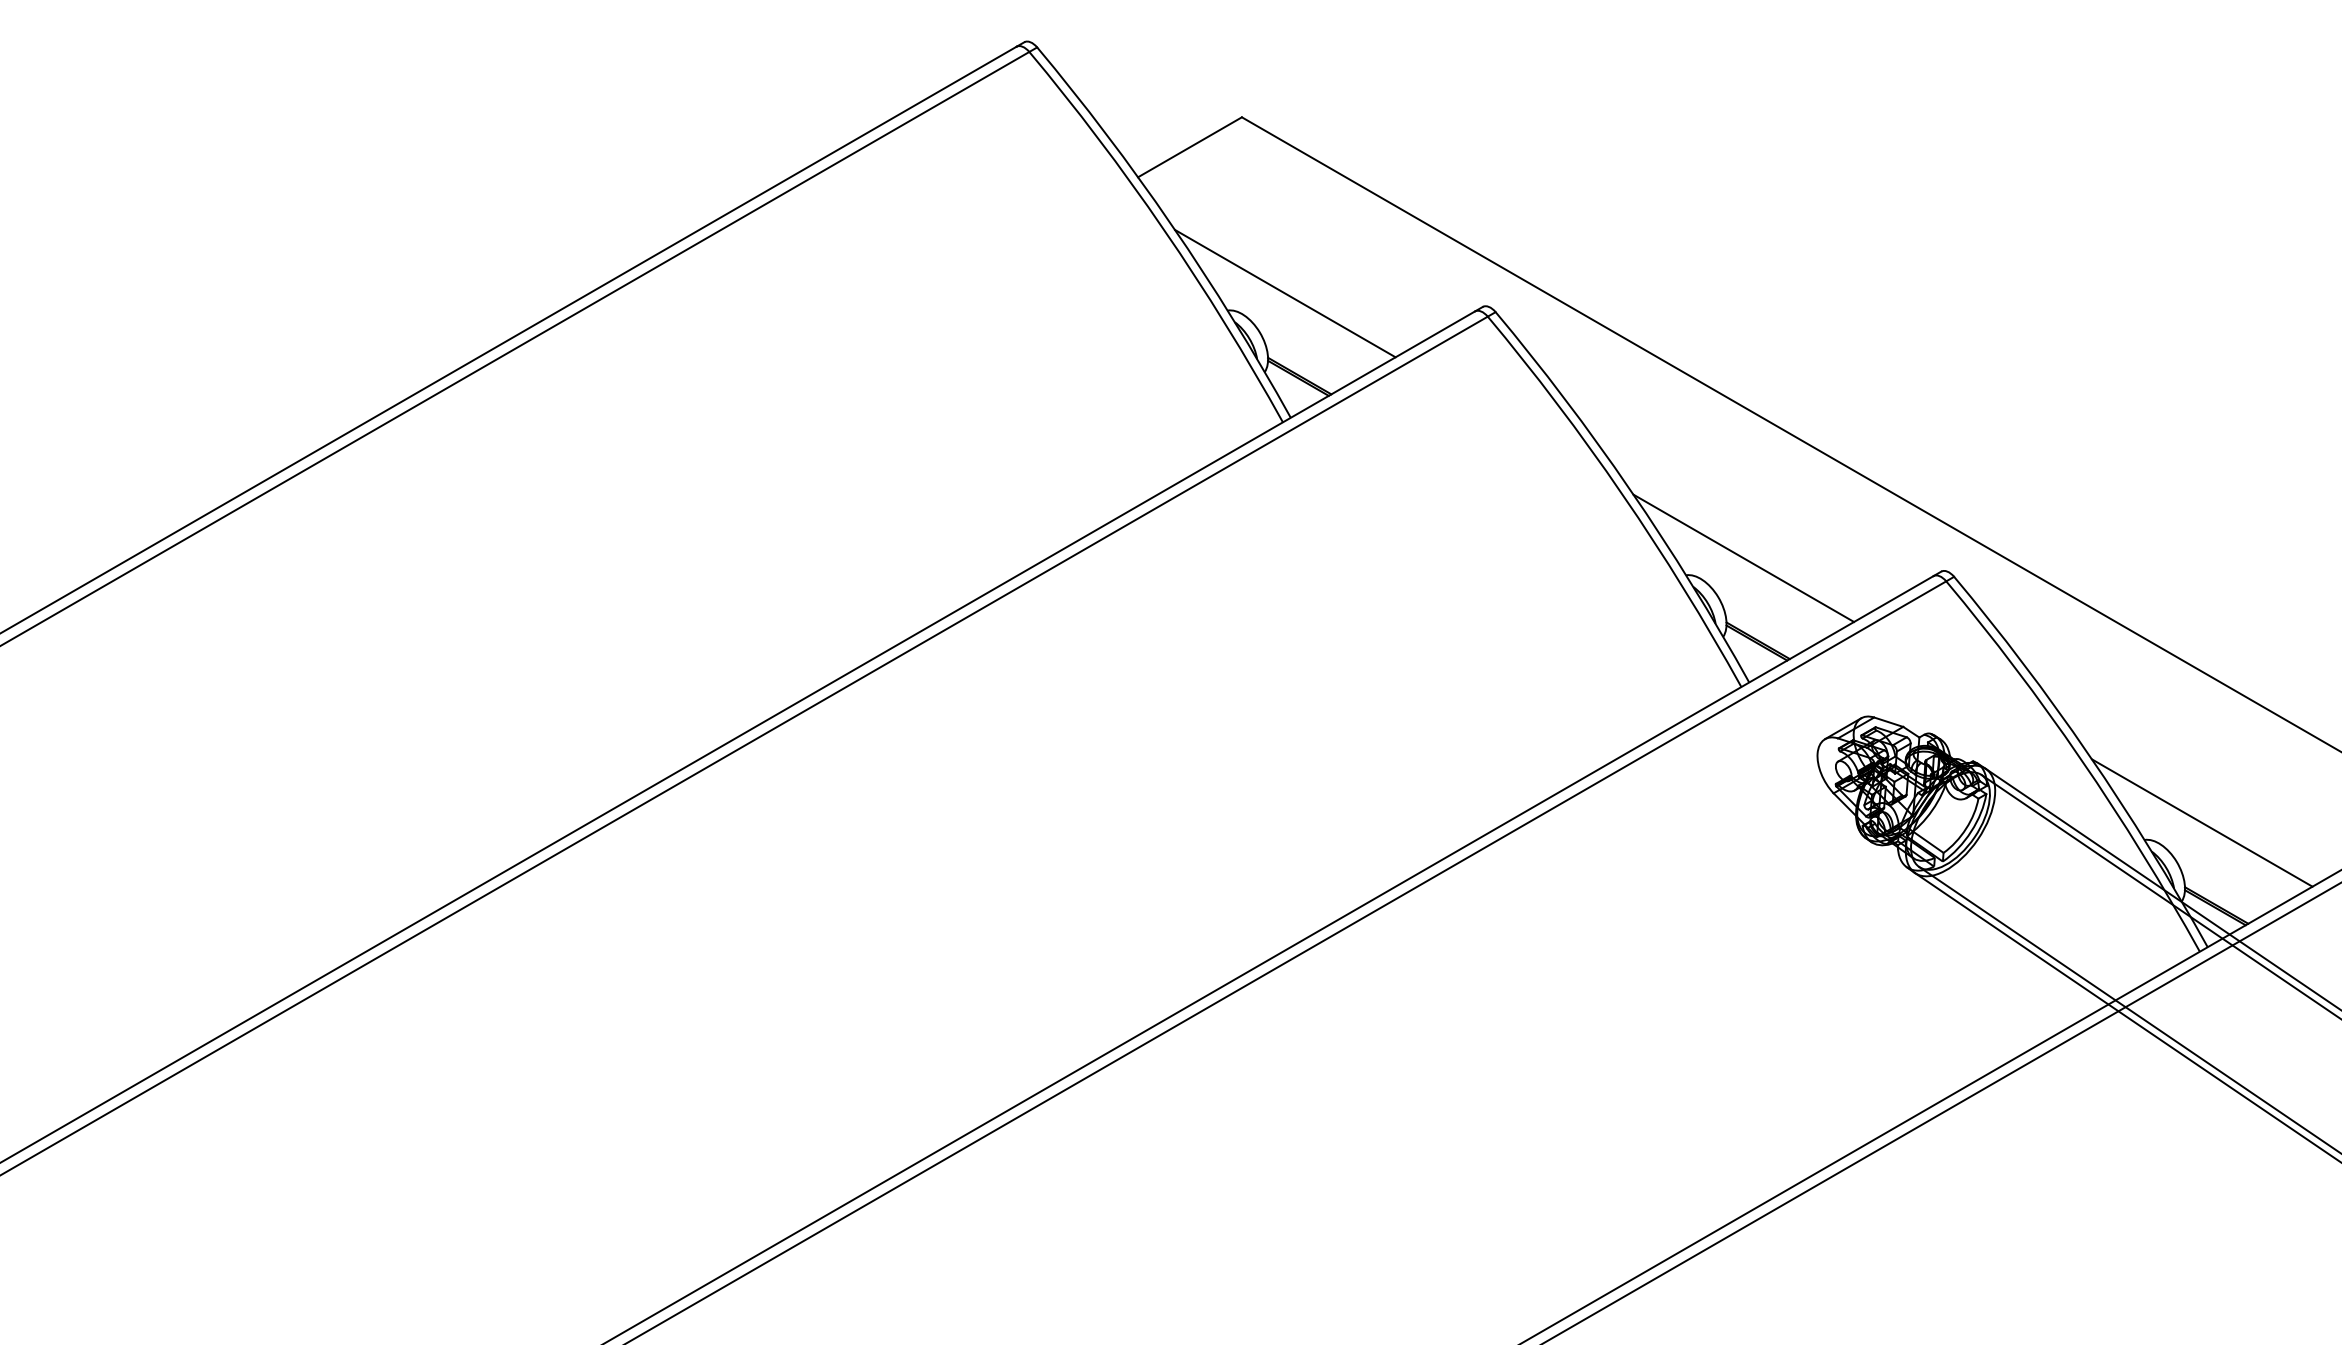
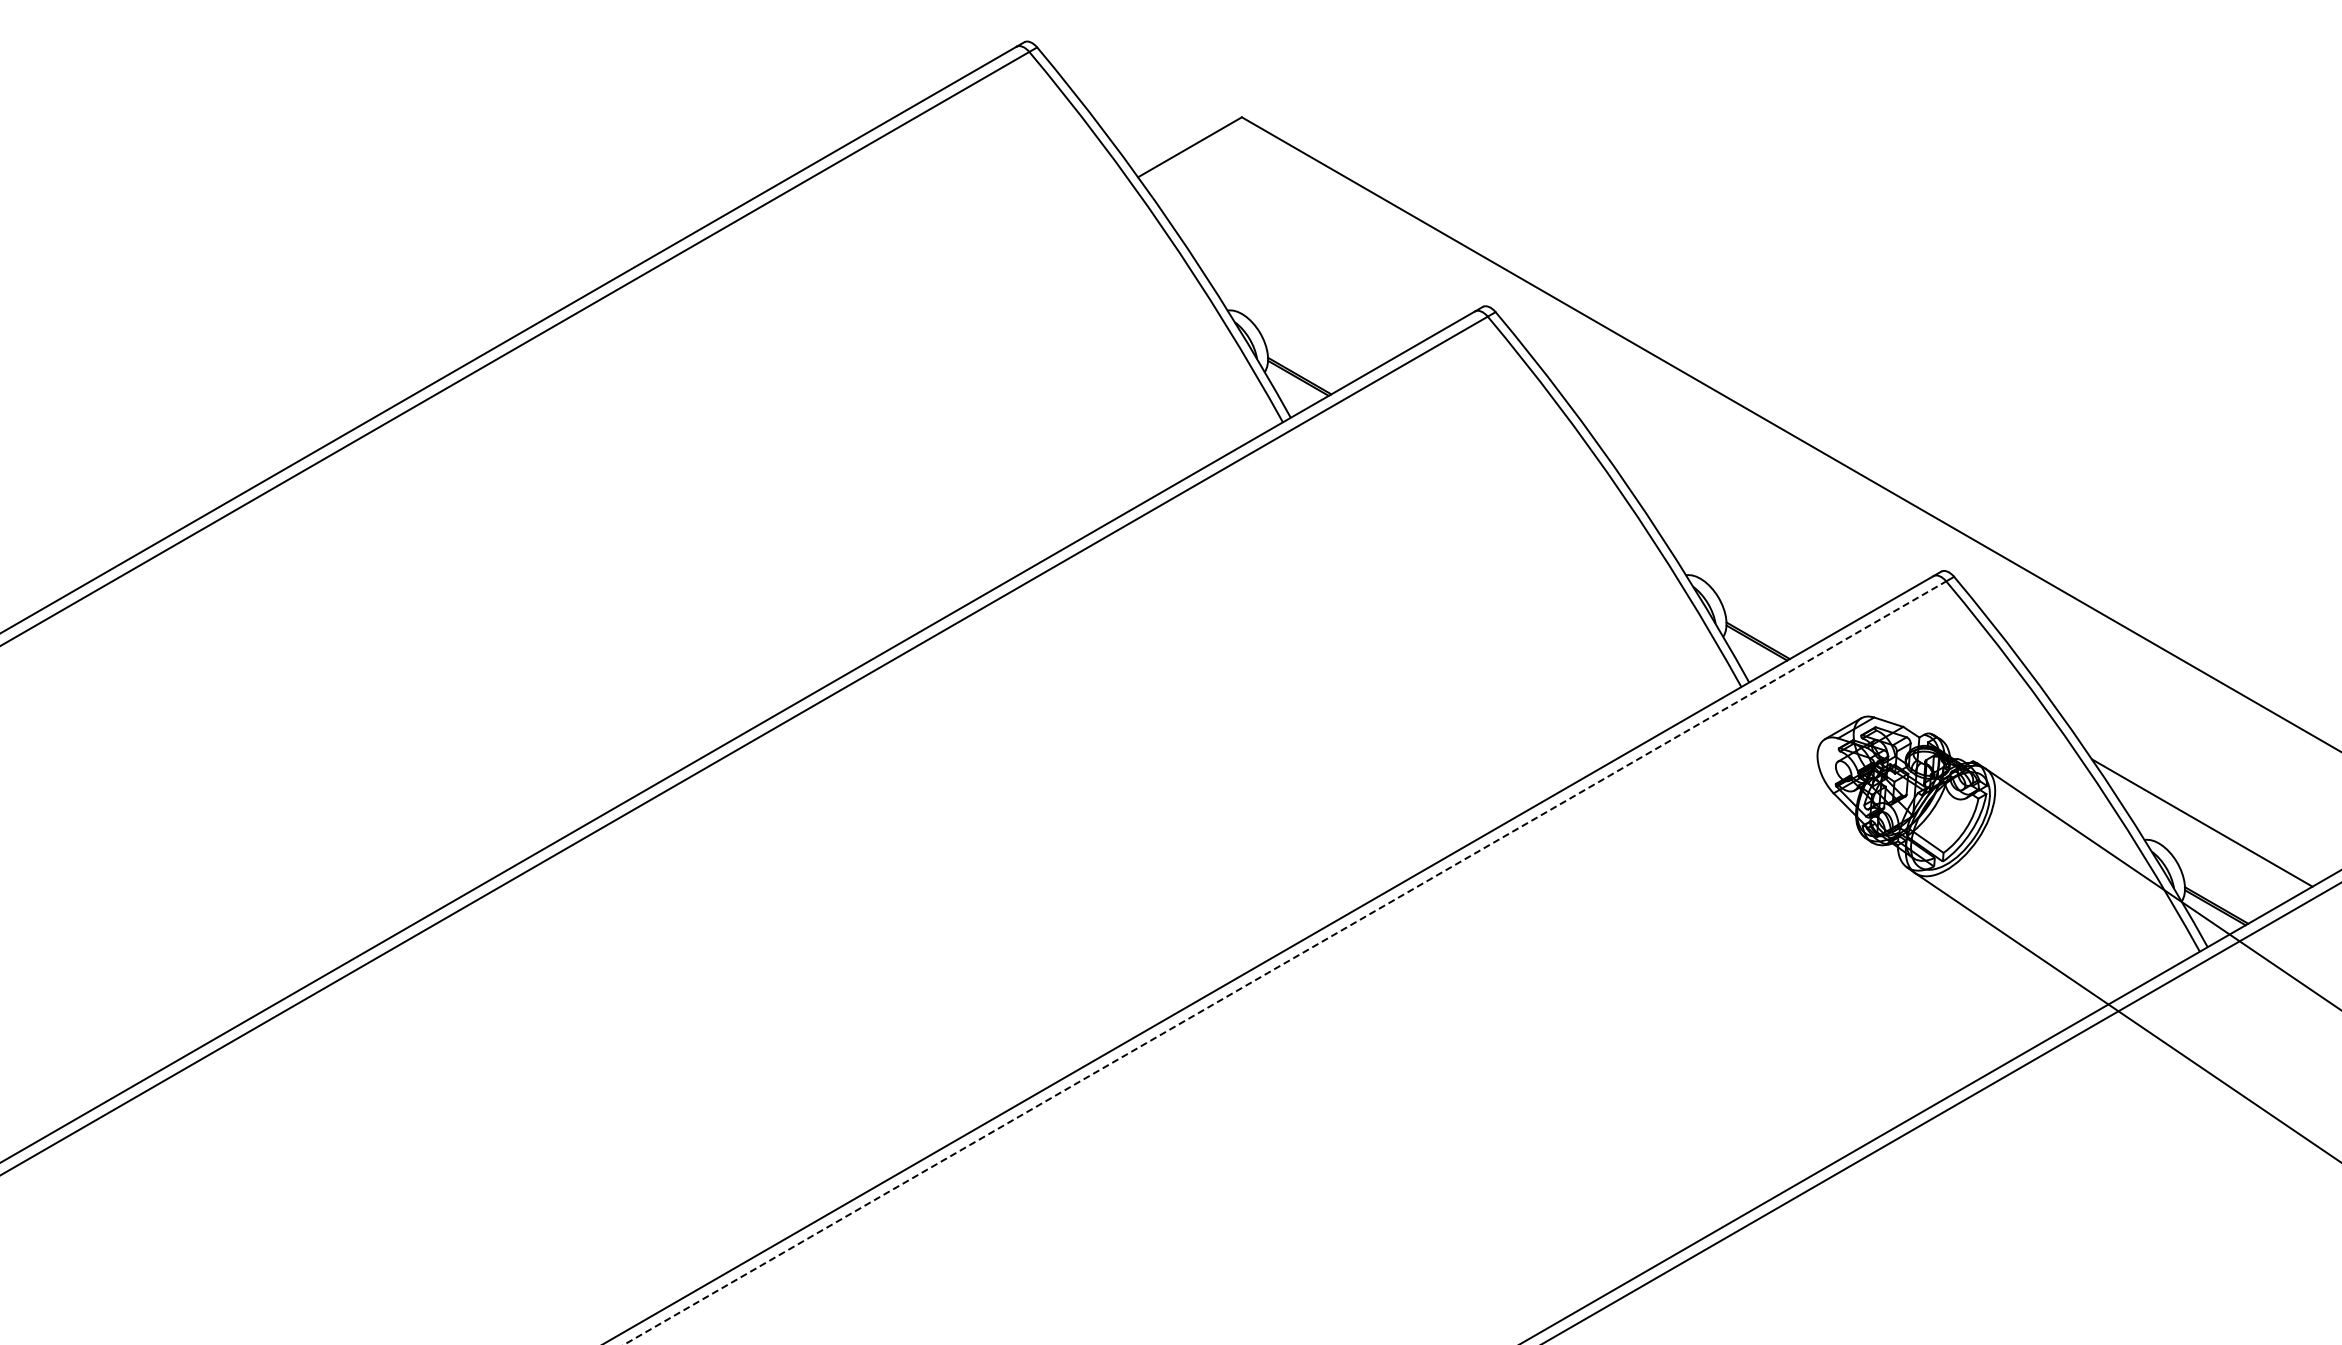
line at (1285, 293): present -> none
line at (1743, 558): present -> none
line at (2159, 896): present -> none
line at (1285, 962): solid -> dashed
line at (2128, 1008): present -> none
